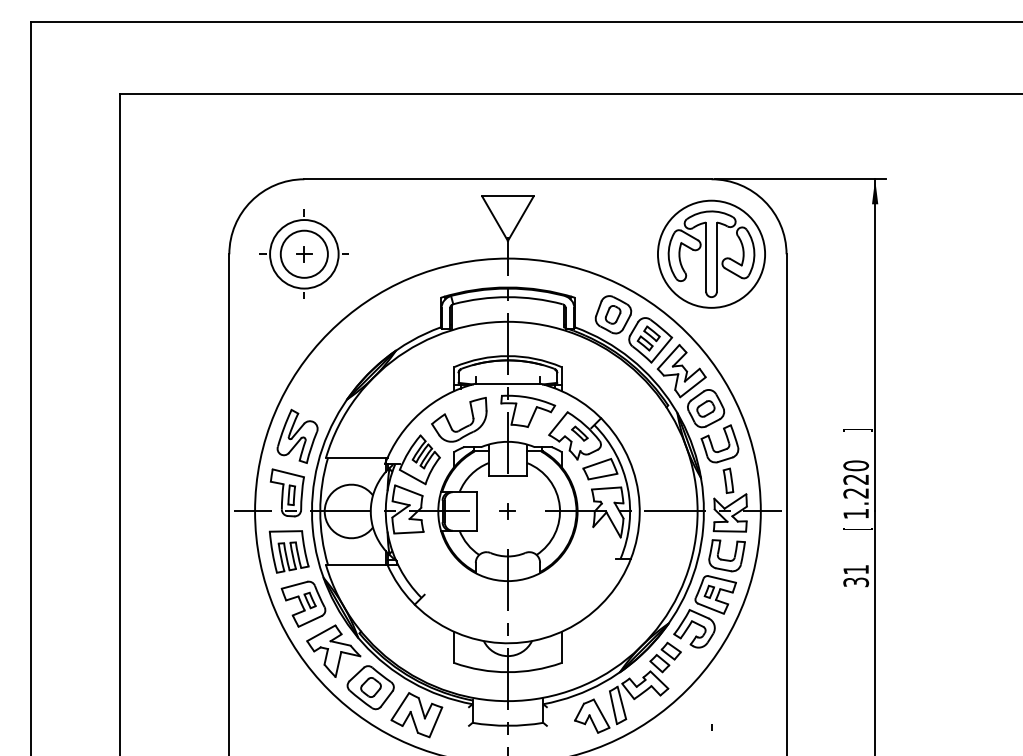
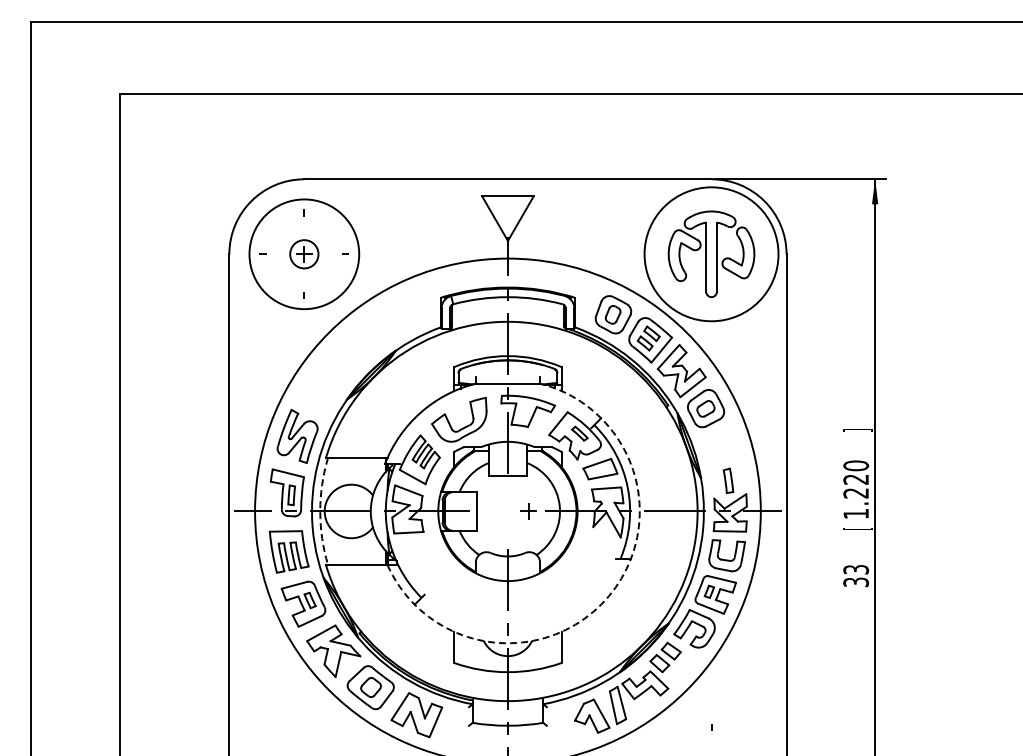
circle at (303, 253) diameter: 47 px -> 28 px
circle at (711, 253) diameter: 107 px -> 134 px
circle at (304, 254) diameter: 69 px -> 110 px
part at (721, 449): present -> none
arc at (320, 511): solid -> dashed
part at (507, 511) position: (507, 511) -> (528, 511)
text at (856, 569): 31 -> 33
arc at (608, 596): solid -> dashed
